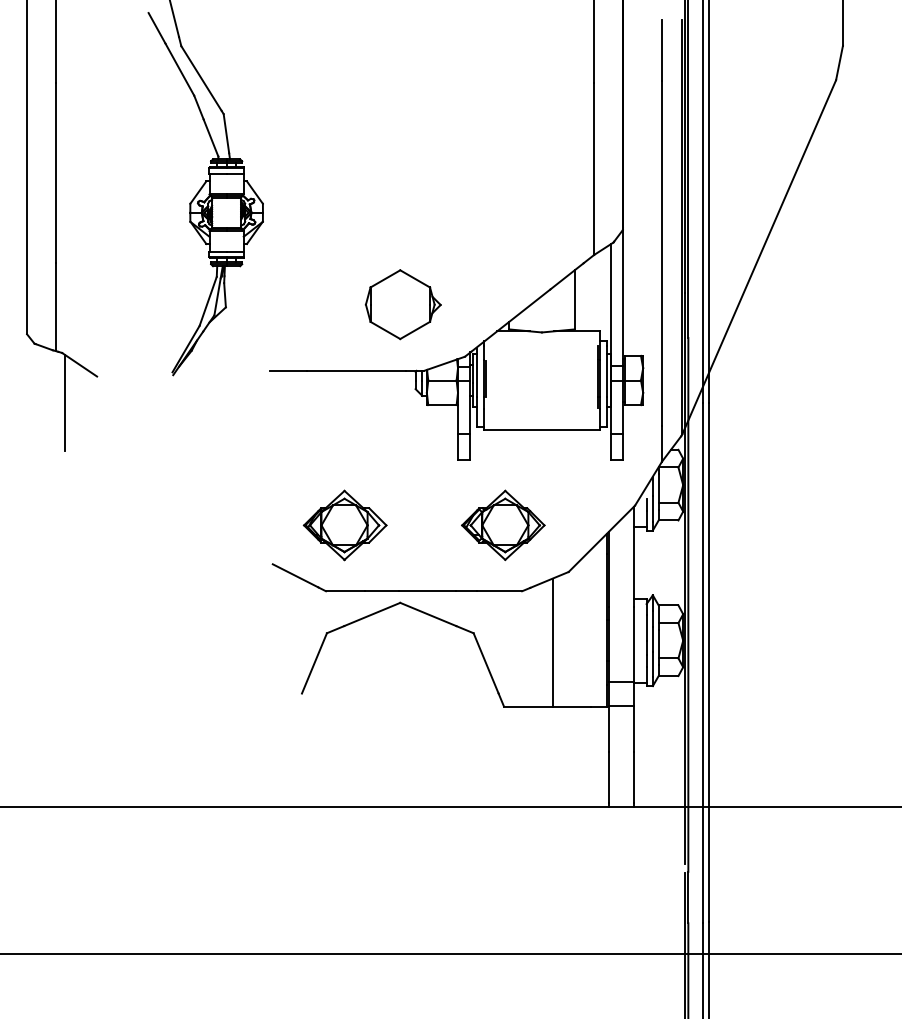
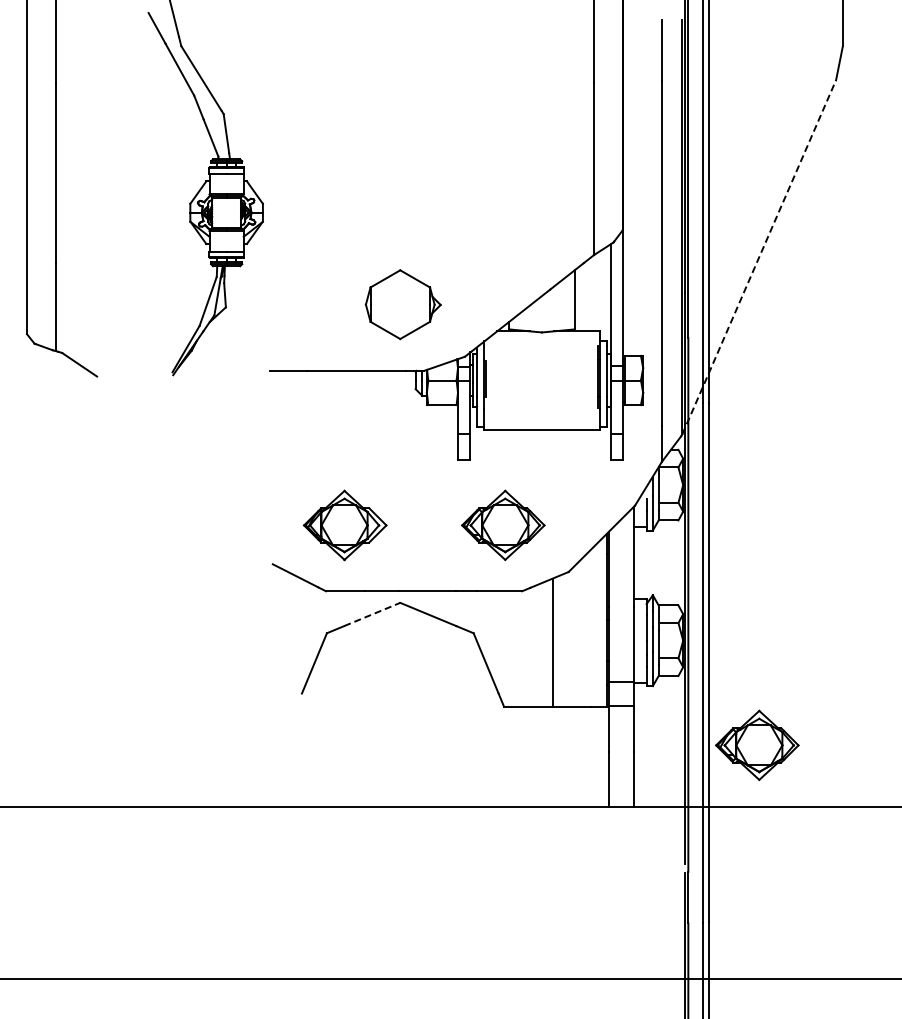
line at (759, 256): solid -> dashed
line at (65, 403): present -> none
line at (372, 614): solid -> dashed
part at (757, 745): none -> present
line at (450, 953) position: (450, 953) -> (450, 978)
